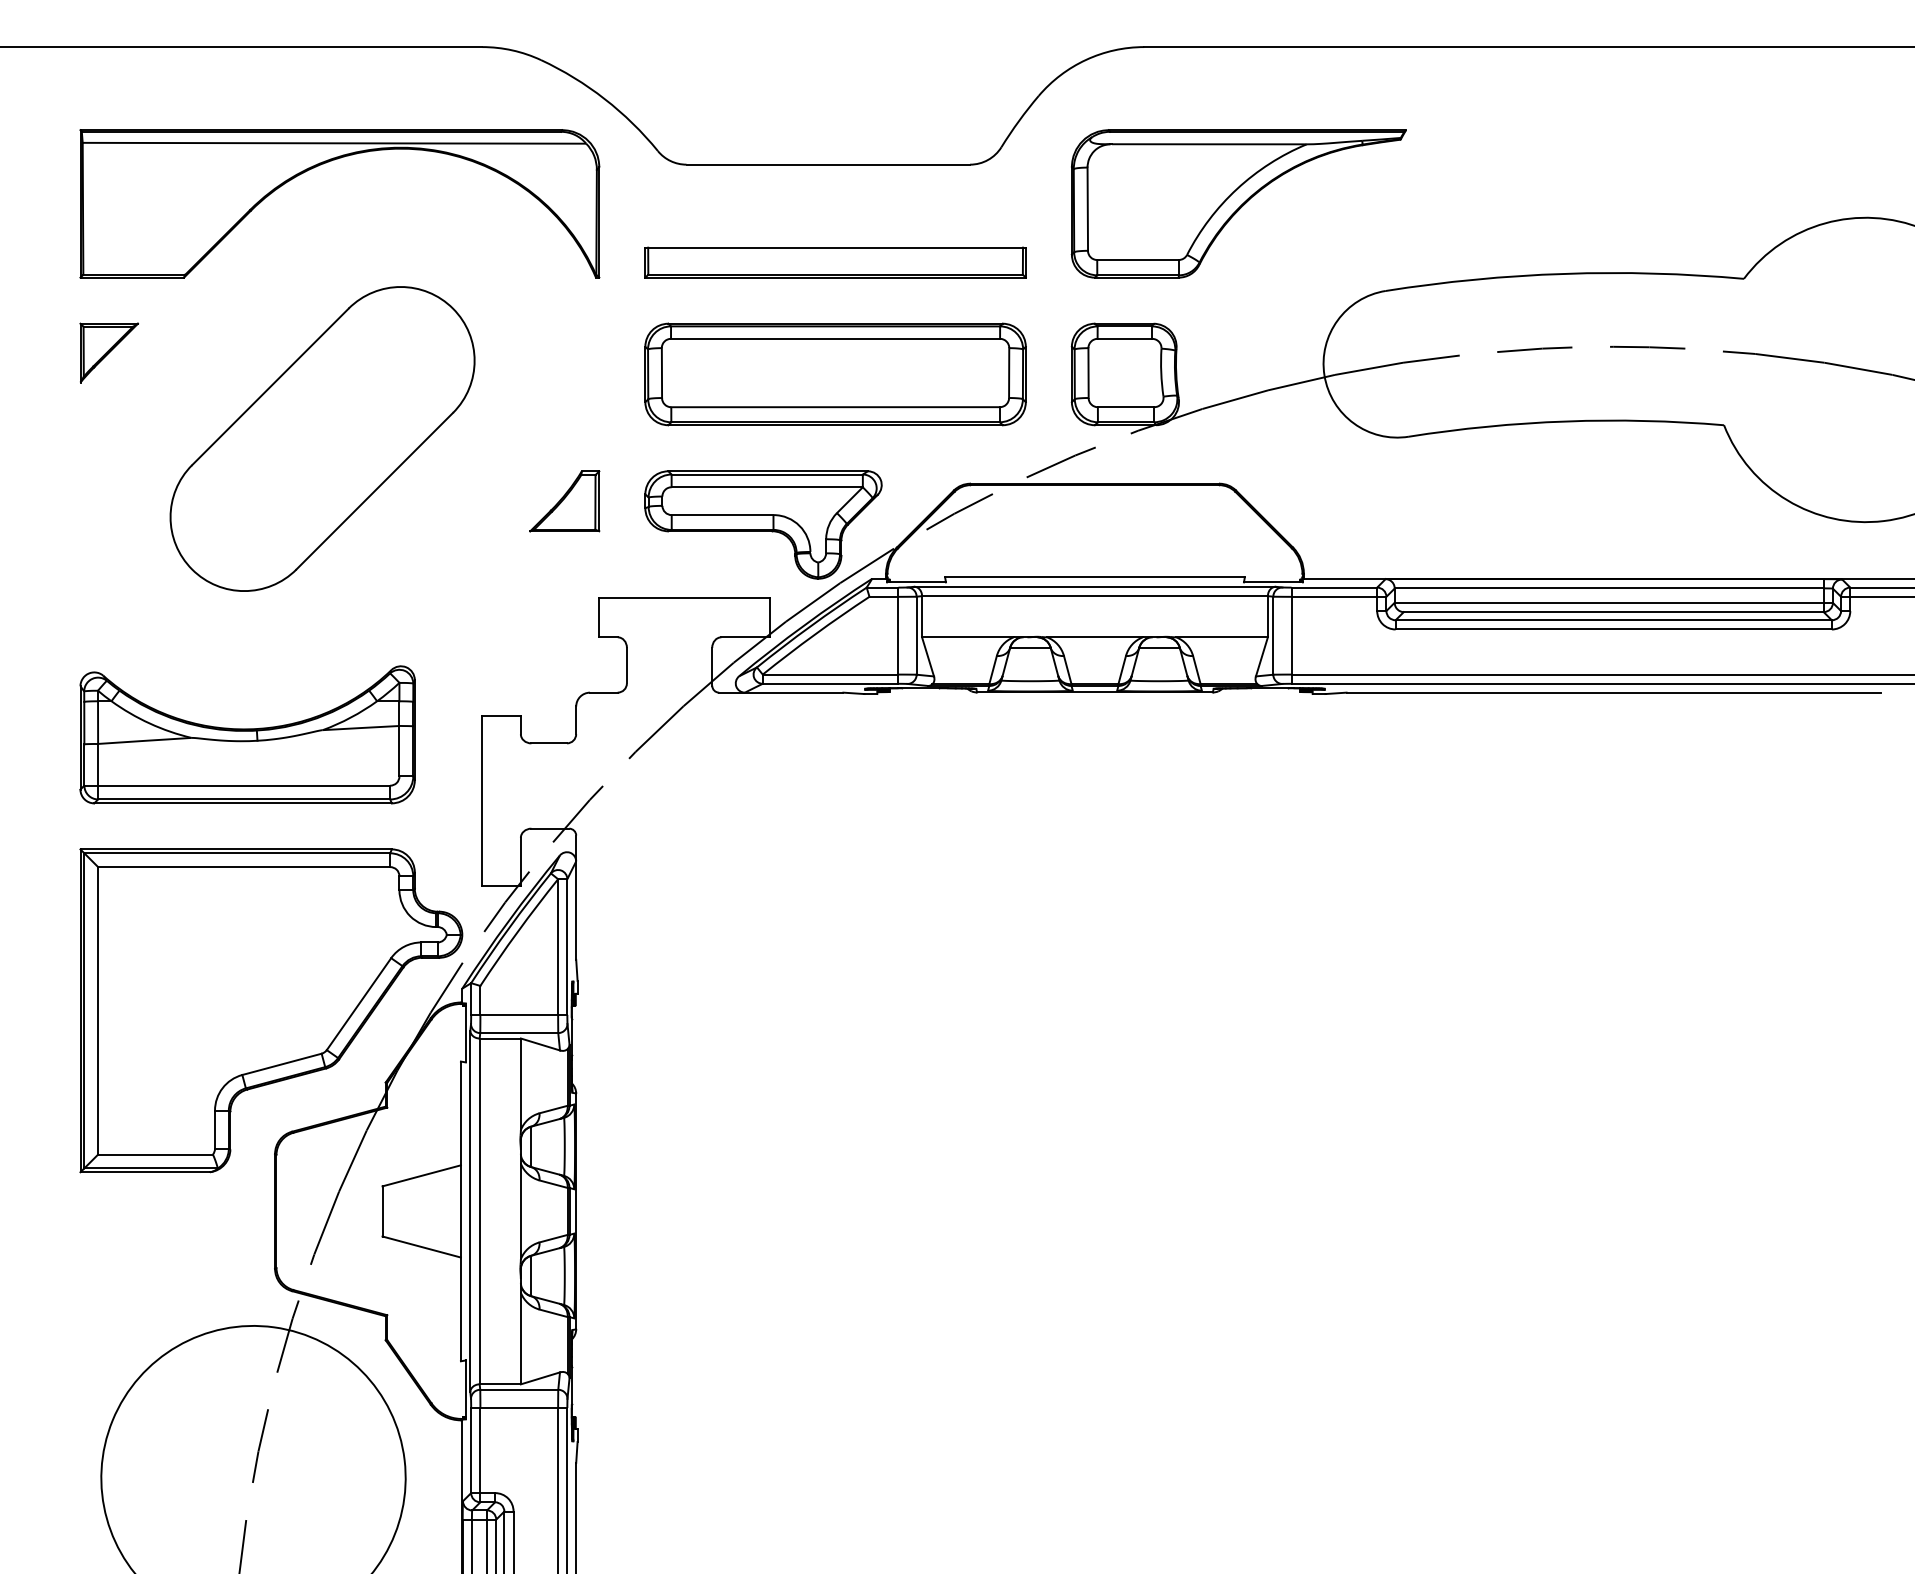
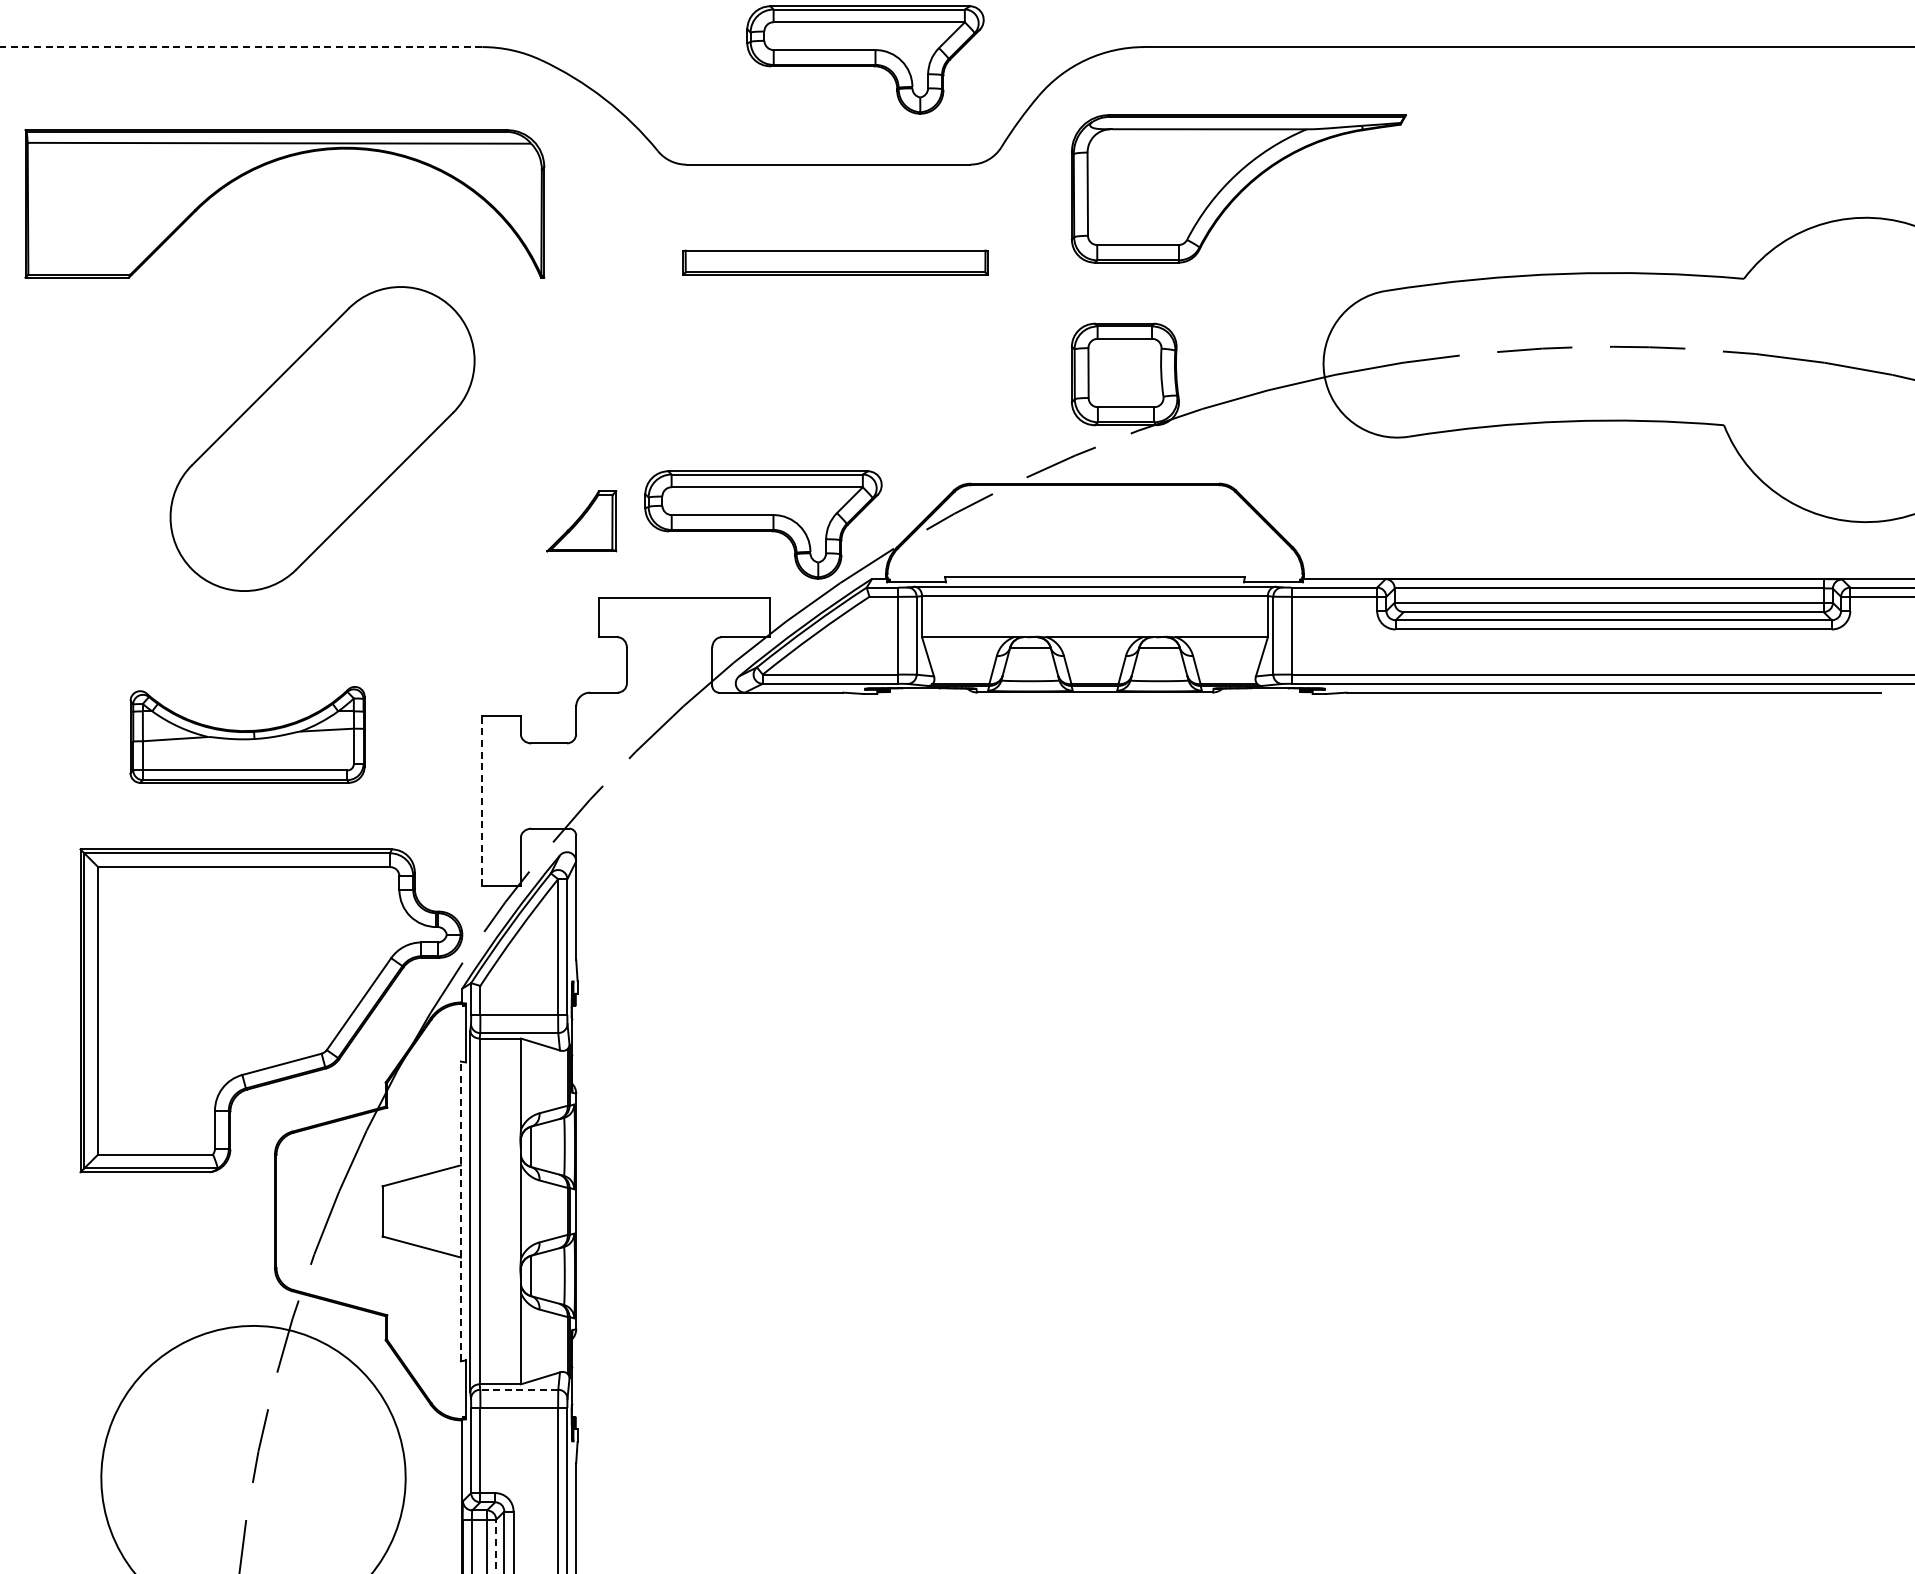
line at (241, 47): solid -> dashed
part at (865, 59): none -> present
part at (326, 163) position: (326, 163) -> (271, 163)
part at (1238, 203) position: (1238, 203) -> (1238, 188)
part at (835, 262) size: 383x33 px -> 307x27 px
part at (108, 352): present -> none
part at (835, 374): present -> none
part at (564, 501) position: (564, 501) -> (581, 521)
part at (247, 734) size: 337x140 px -> 237x98 px
line at (481, 800): solid -> dashed
line at (460, 1211): solid -> dashed
line at (518, 1389): solid -> dashed
line at (496, 1546): solid -> dashed
